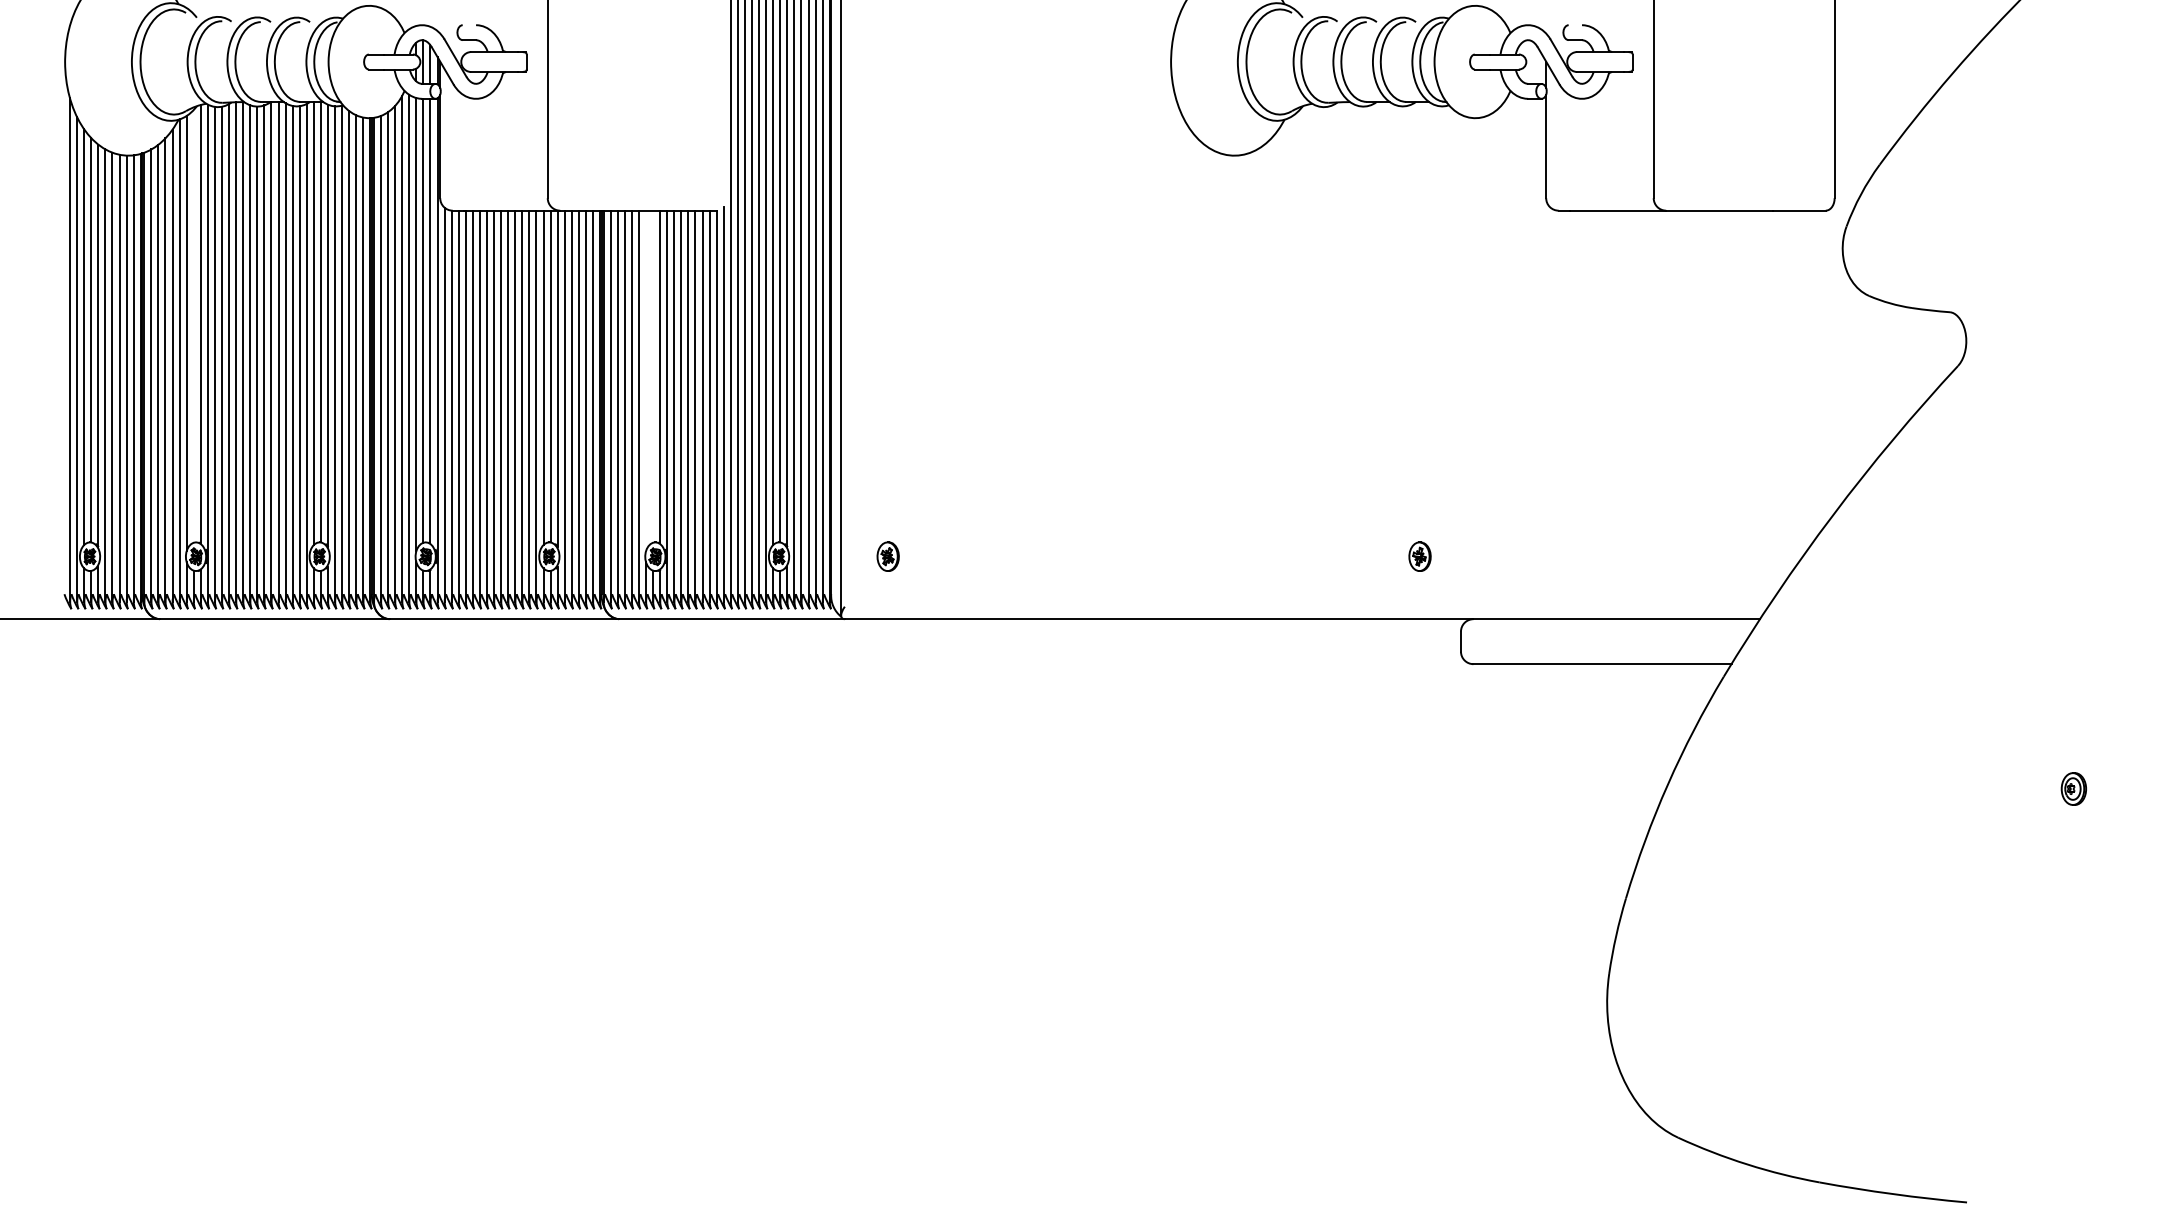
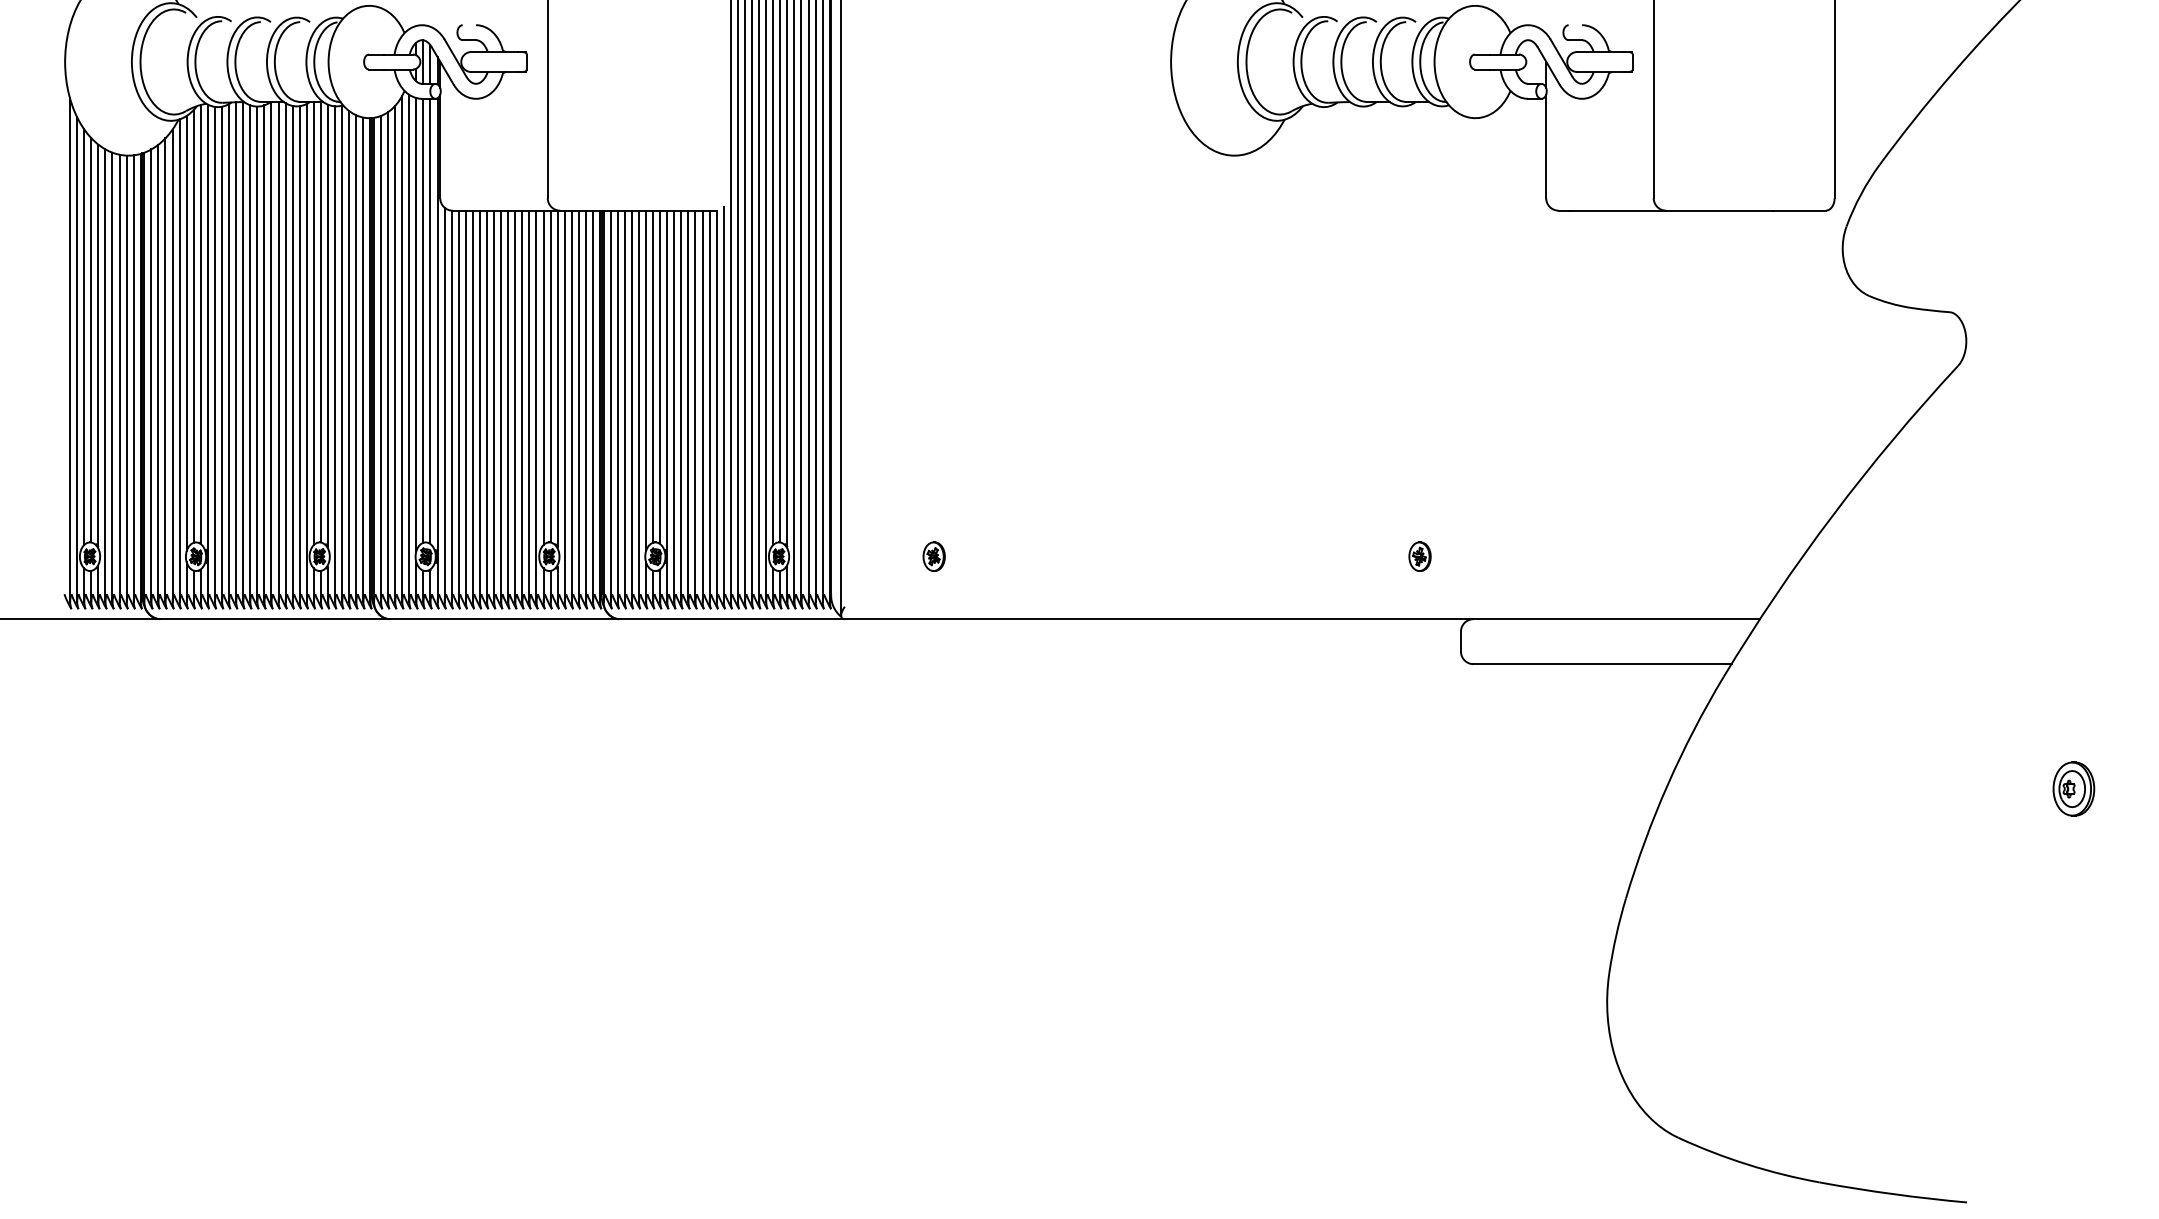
line at (193, 326): none -> present
line at (653, 376): none -> present
line at (645, 380): none -> present
part at (887, 556) position: (887, 556) -> (933, 556)
part at (2073, 788) size: 27x34 px -> 44x56 px
